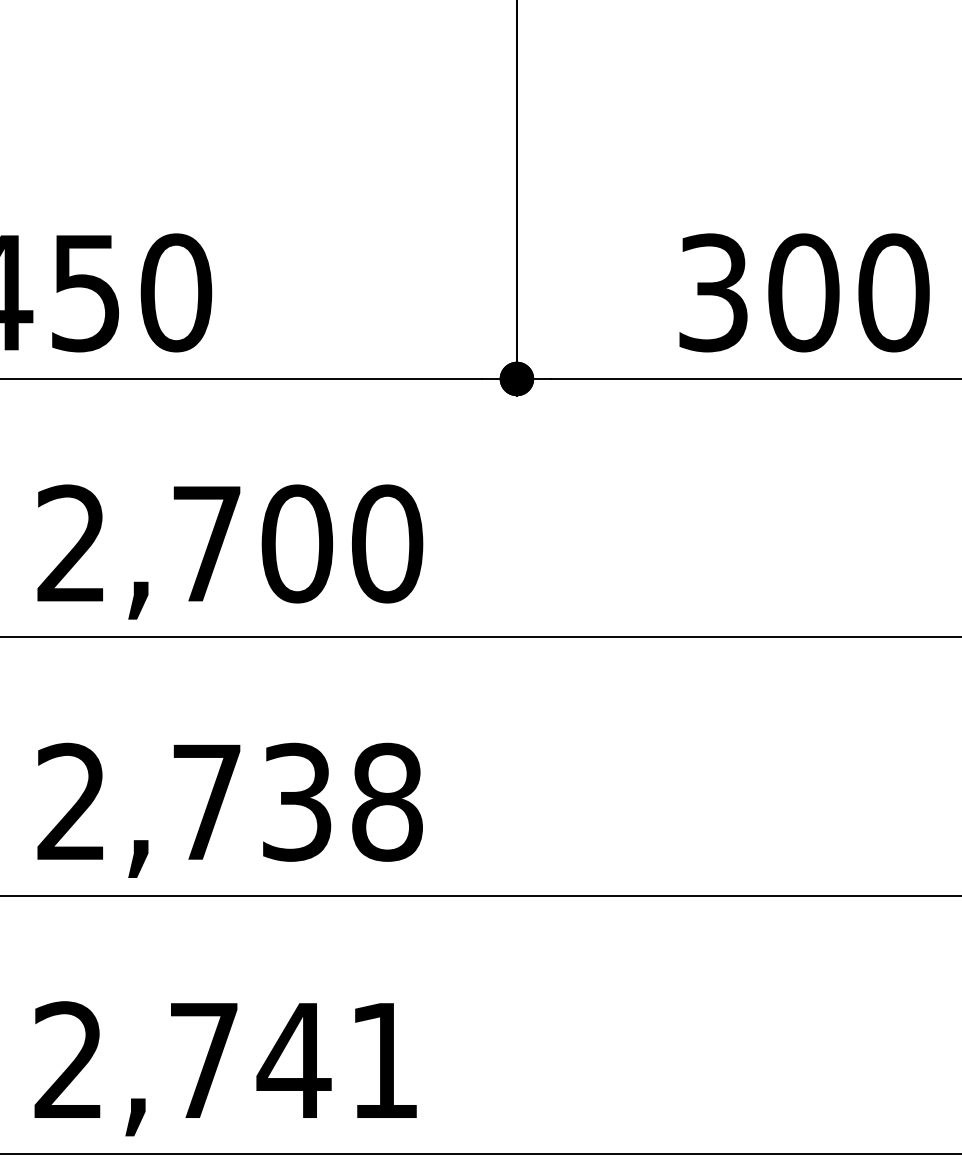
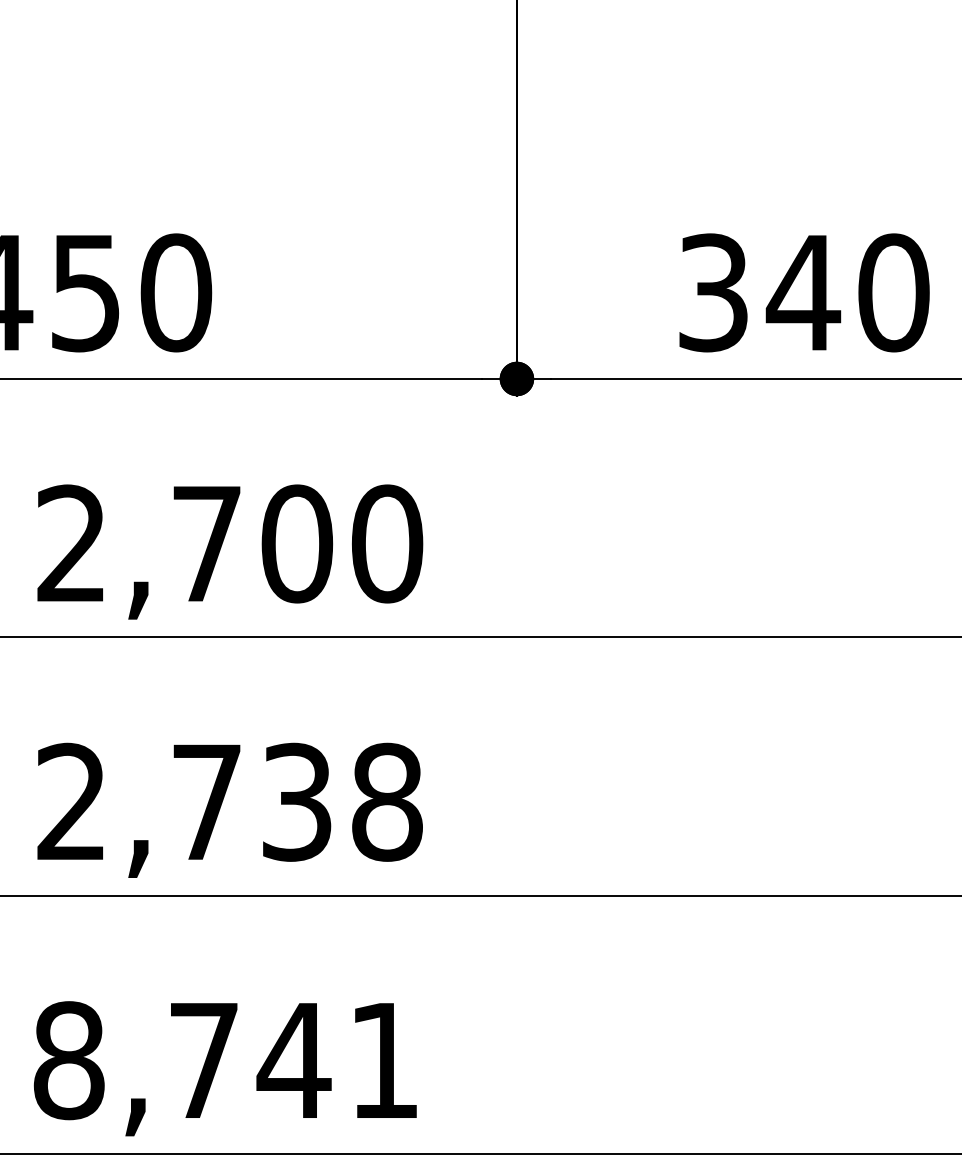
text at (803, 292): 300 -> 340
text at (68, 1060): 2,741 -> 8,741
